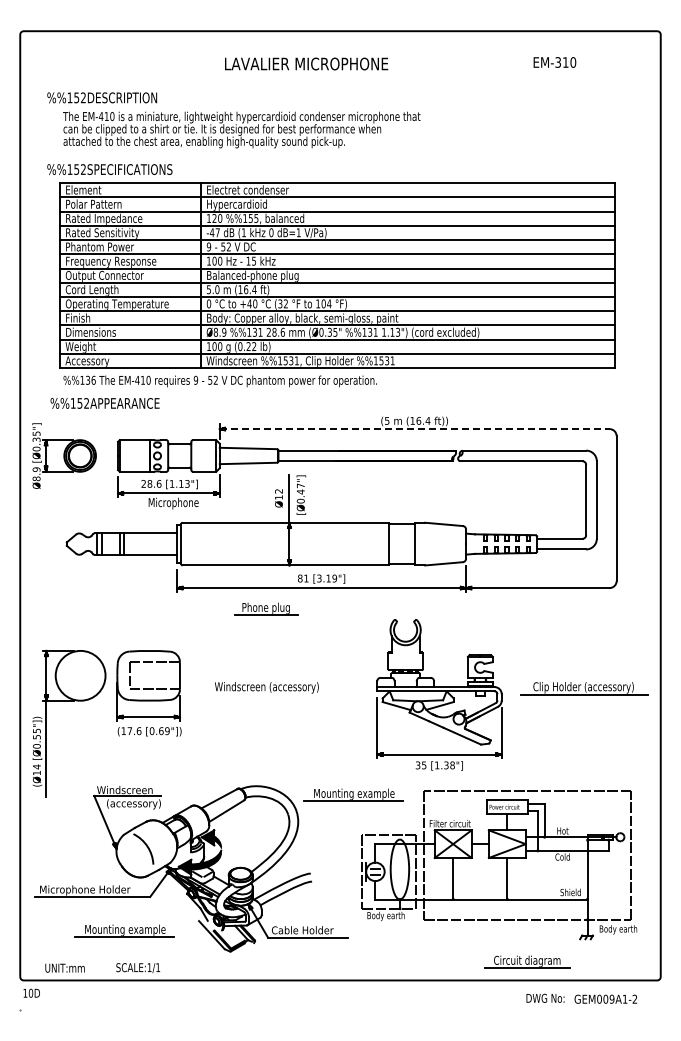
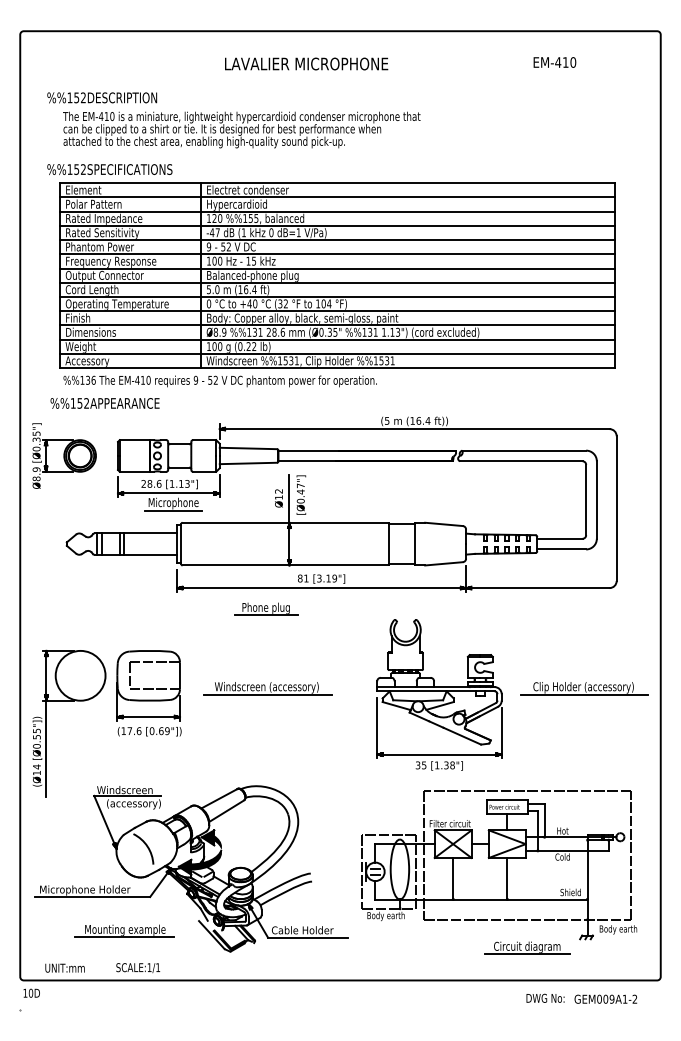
text at (558, 62): EM-310 -> EM-410
line at (414, 429): dashed -> solid
line at (173, 510): none -> present
line at (267, 694): none -> present
part at (353, 794): present -> none
part at (527, 961) position: (527, 961) -> (527, 947)
